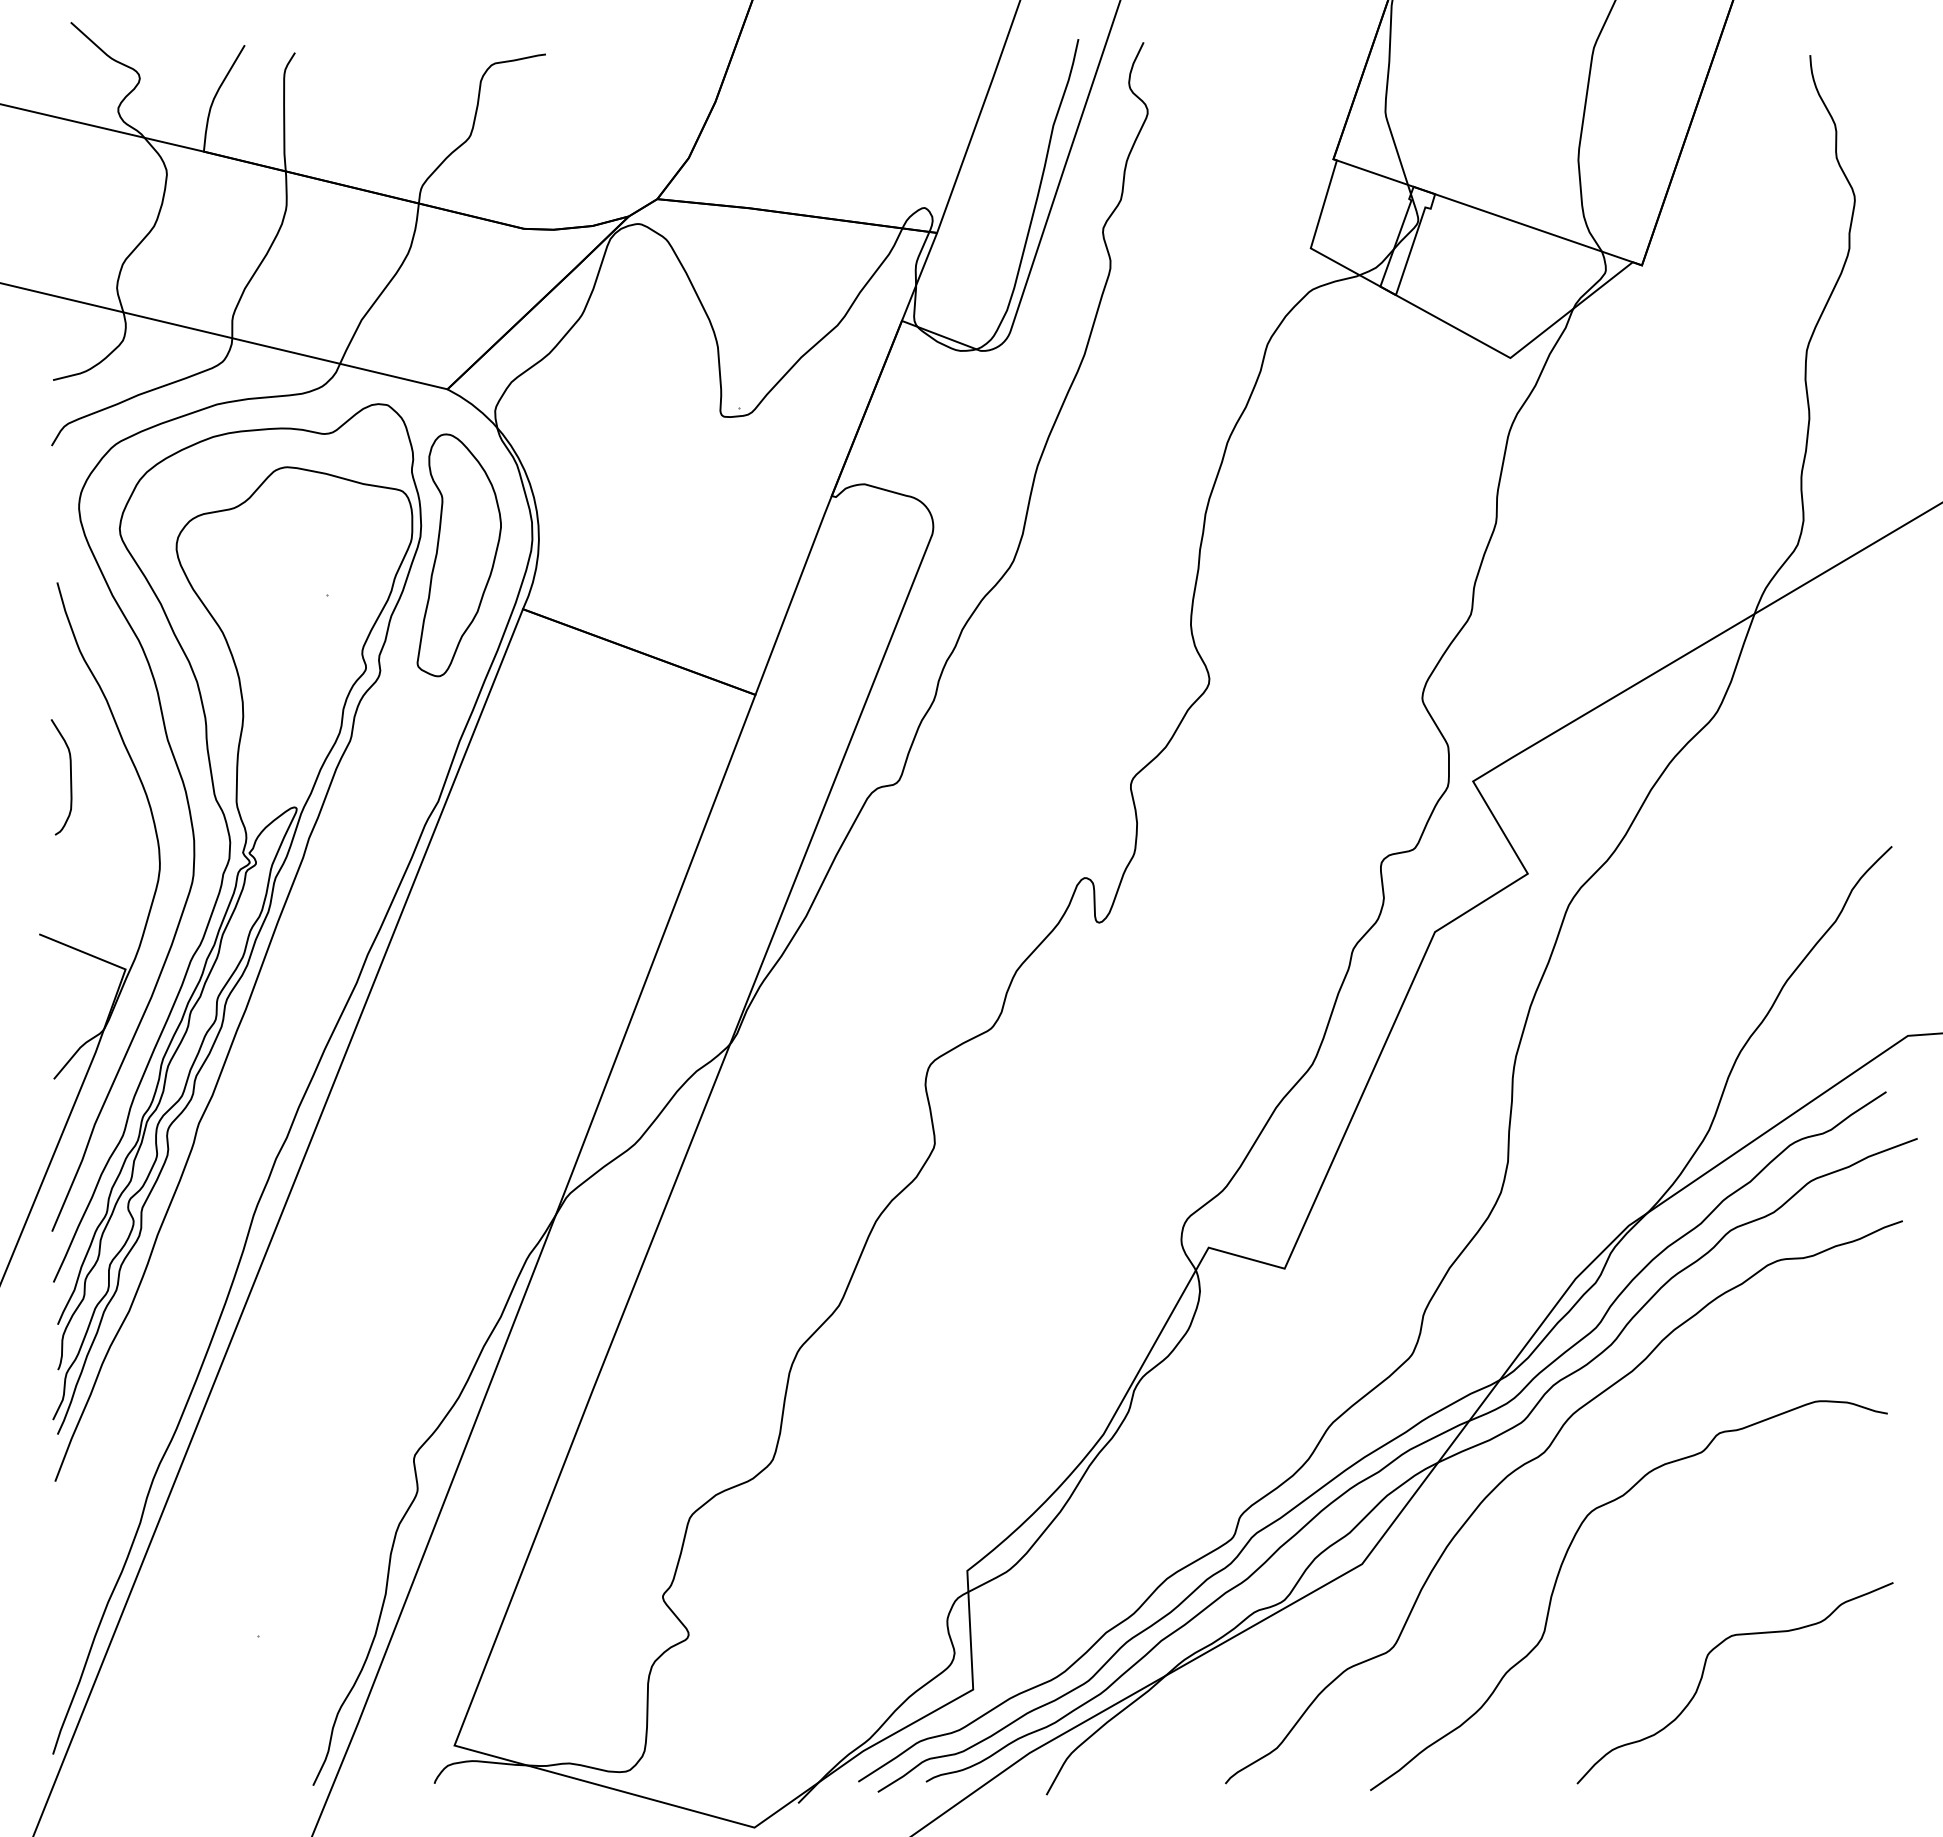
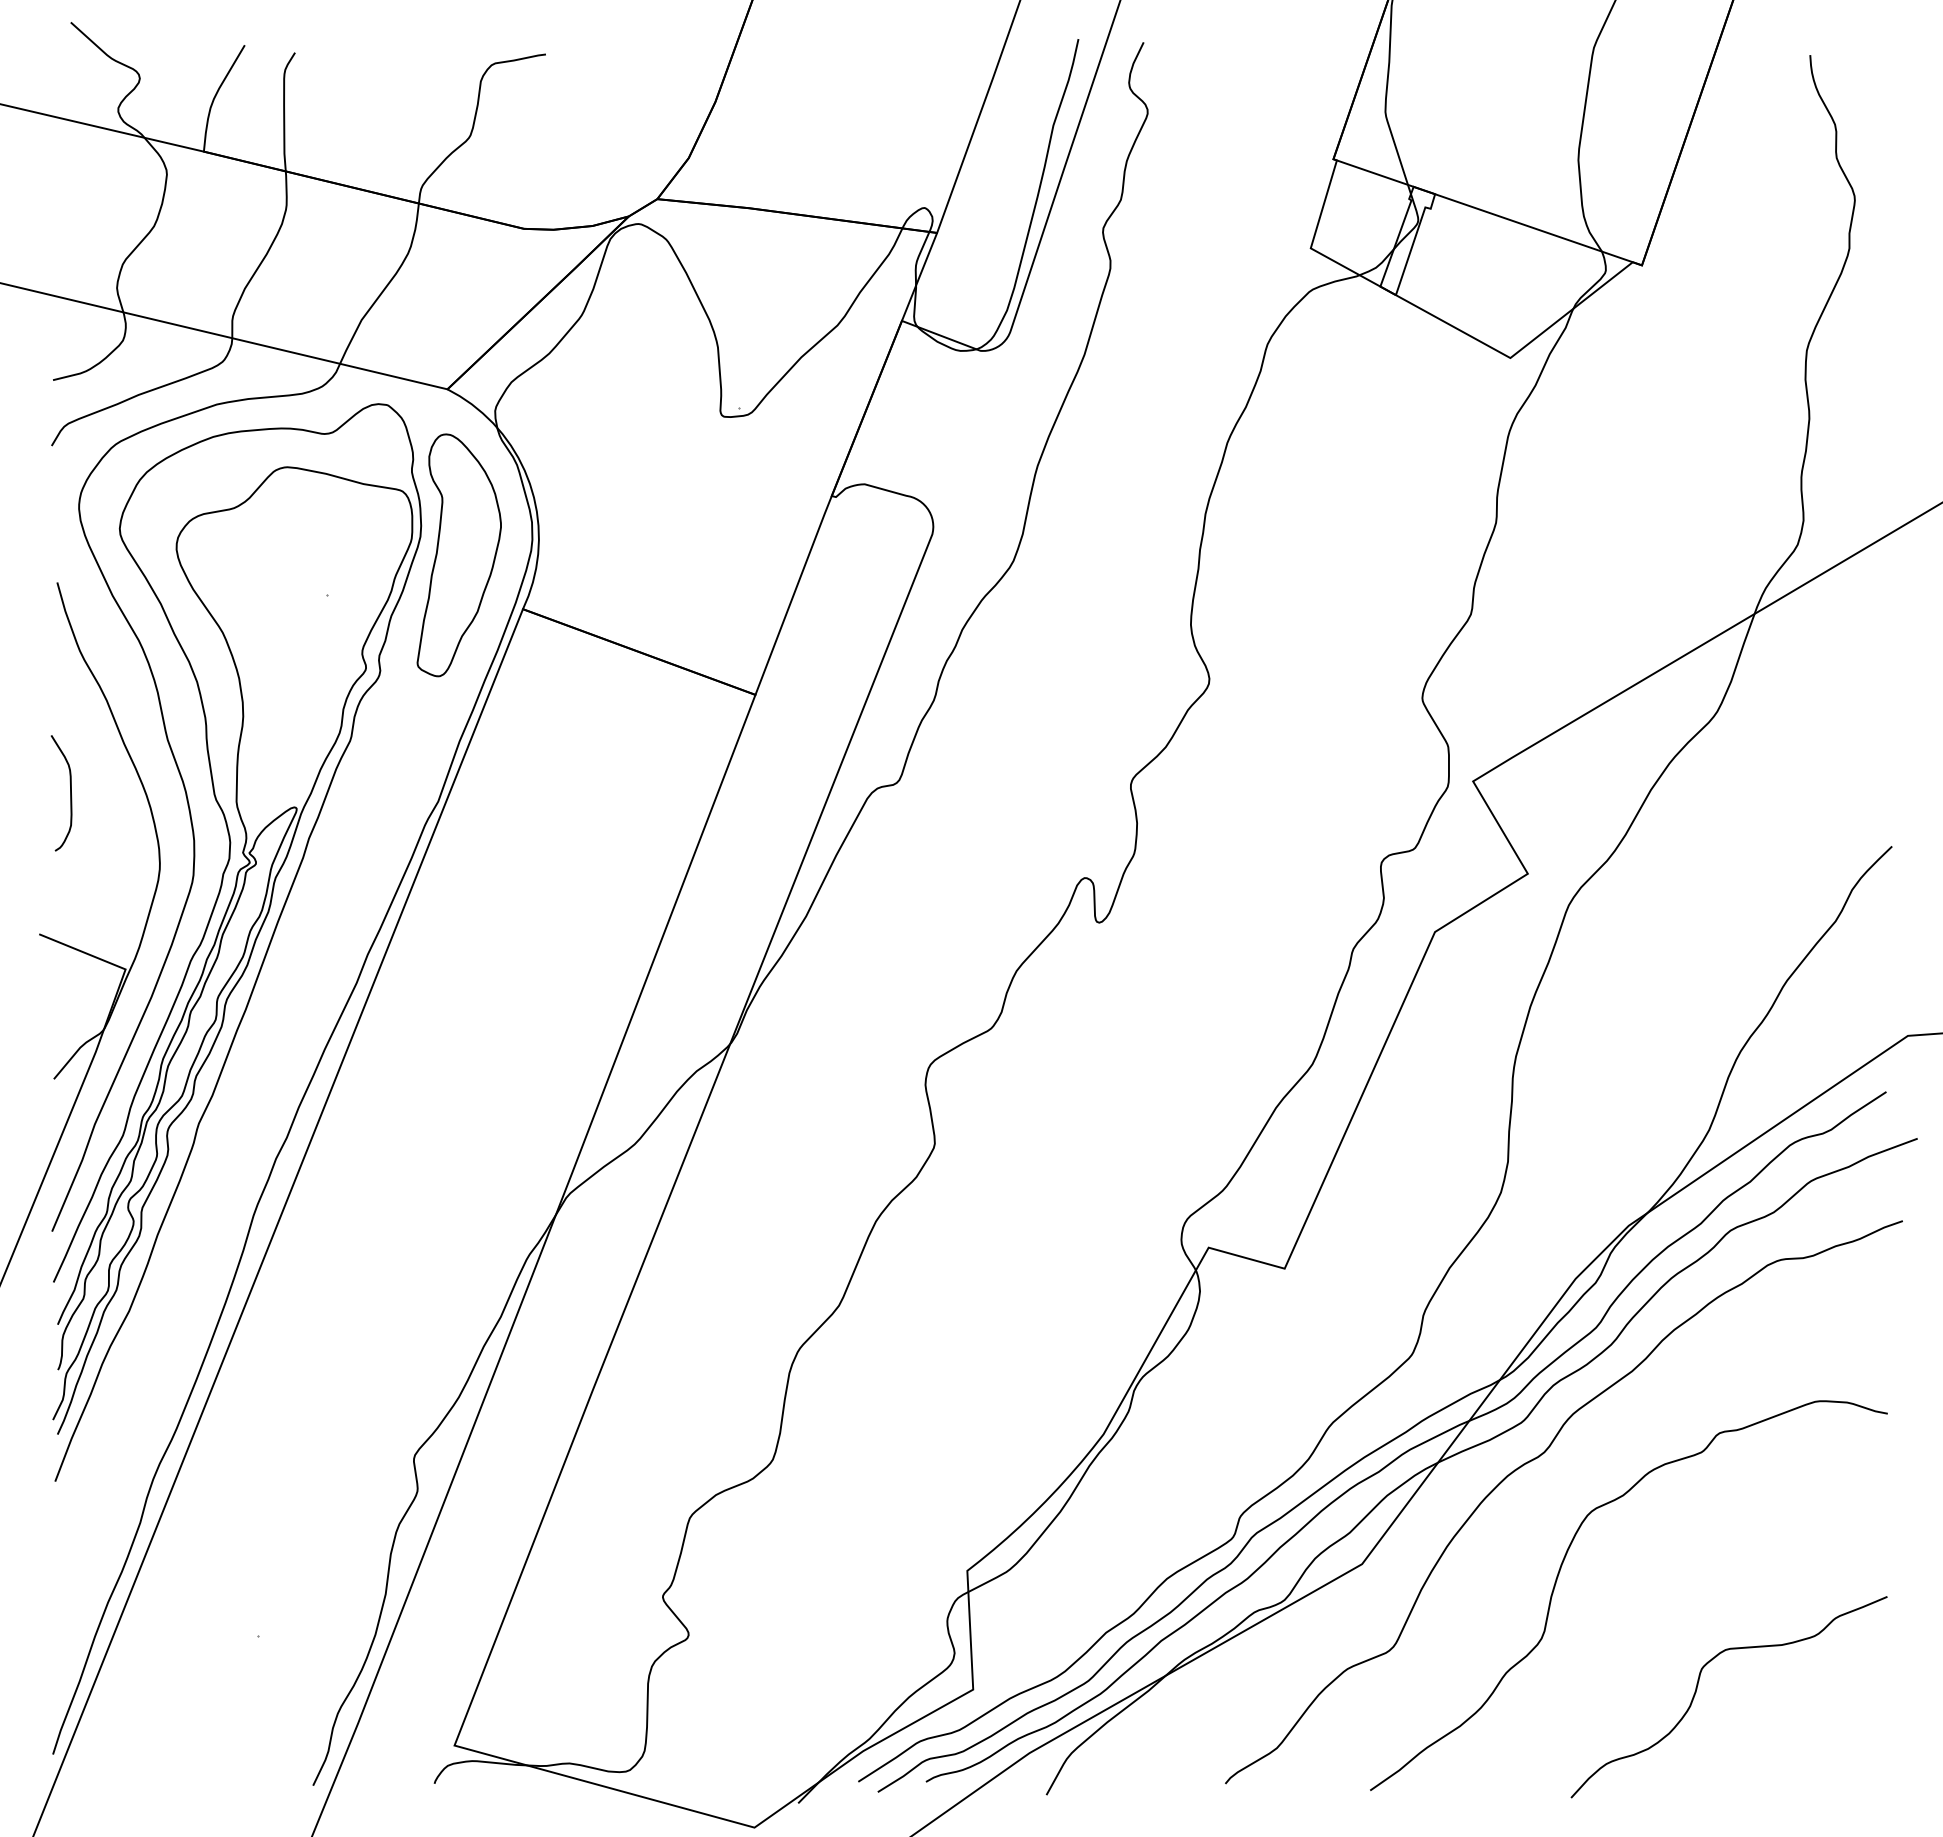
curve at (70, 777) position: (70, 777) -> (70, 793)
curve at (1703, 1675) position: (1703, 1675) -> (1697, 1689)
